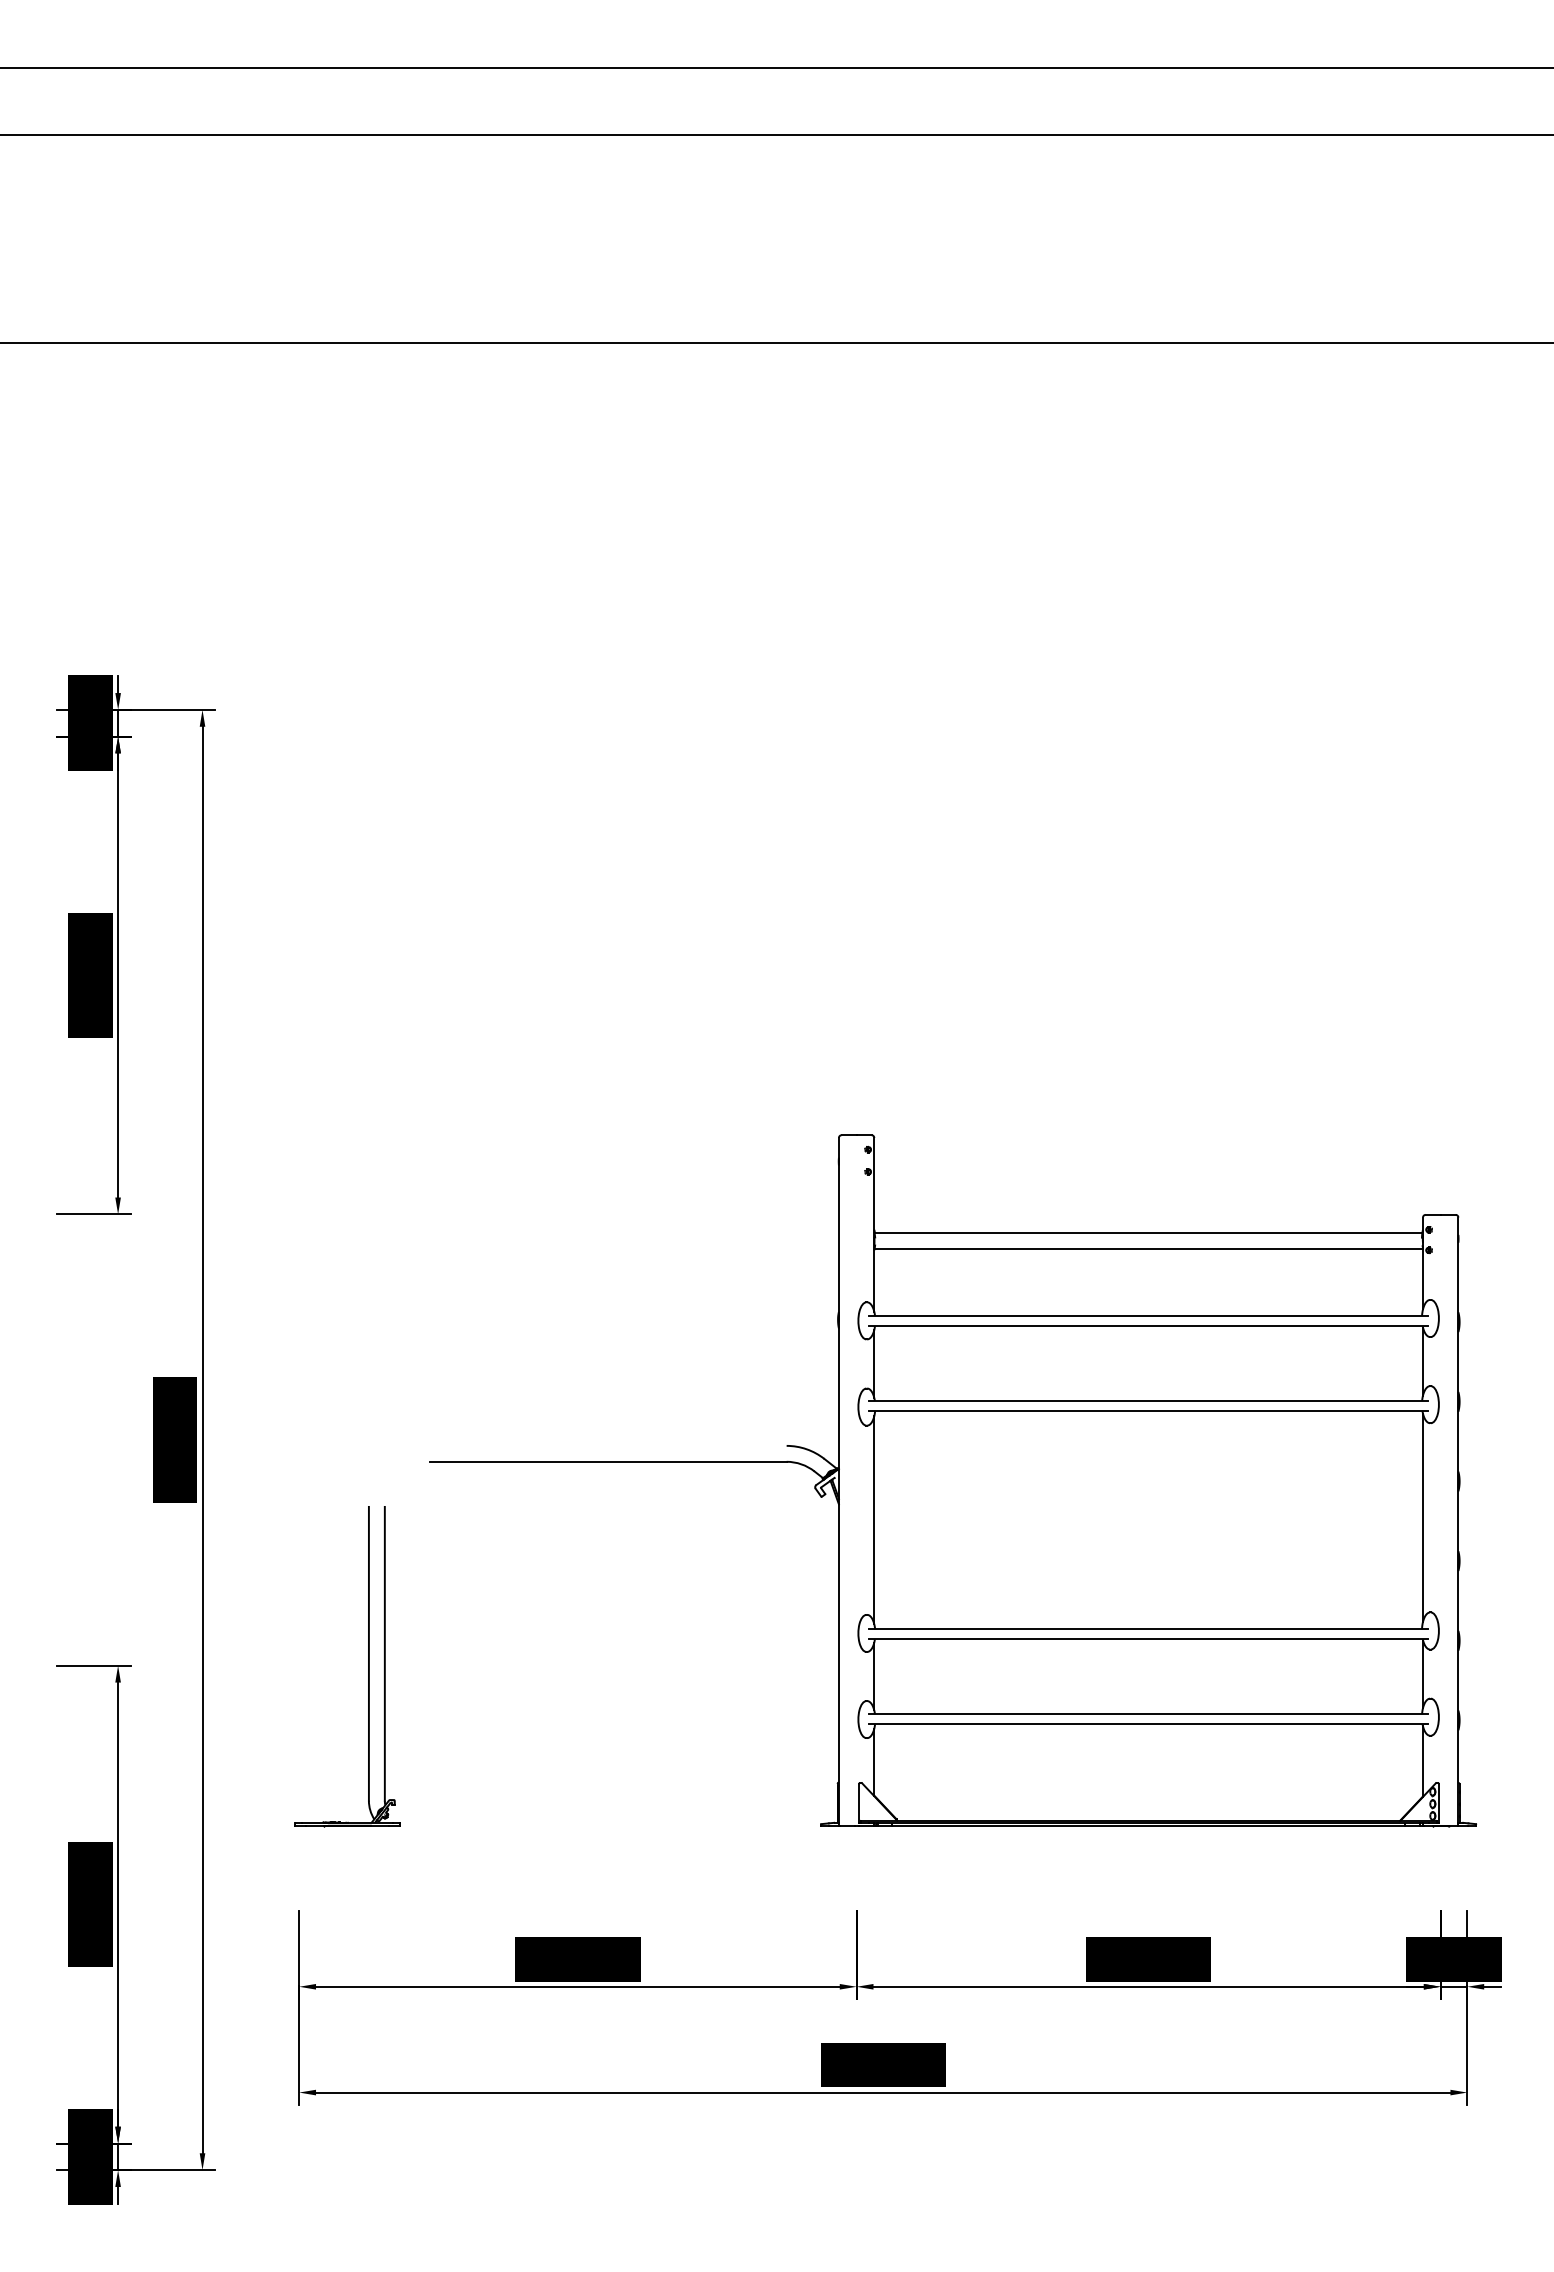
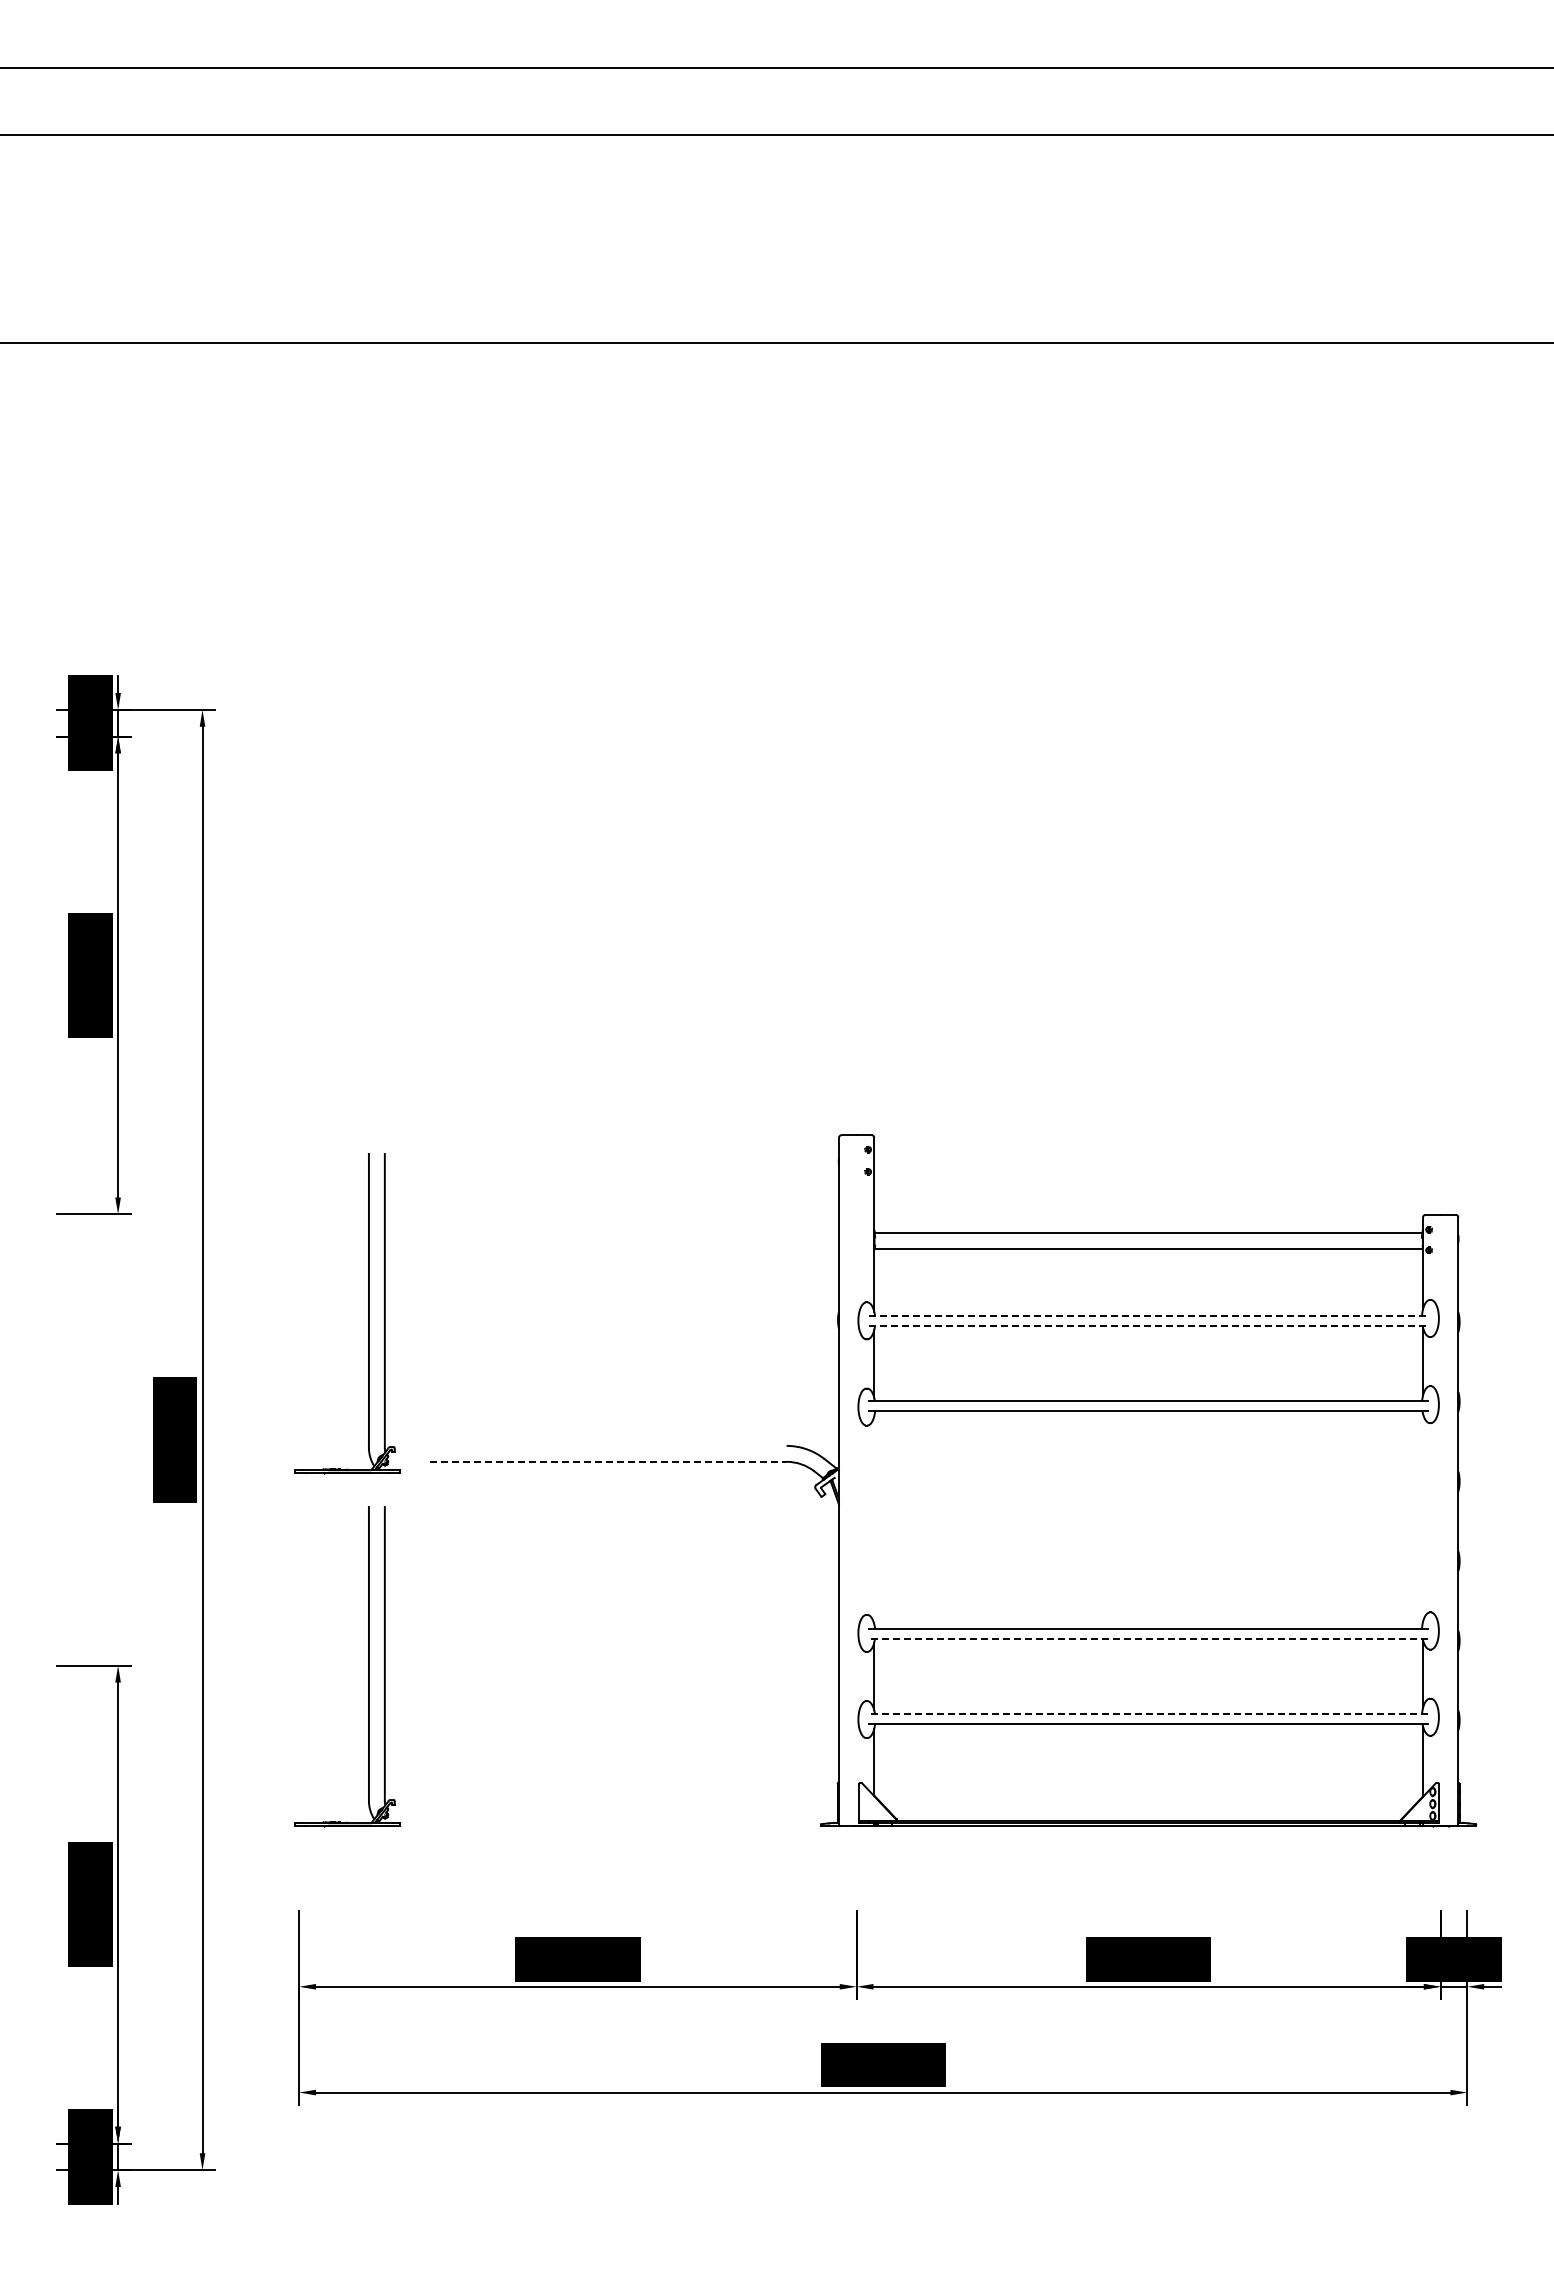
part at (368, 1313): none -> present
line at (1148, 1316): solid -> dashed
line at (1148, 1326): solid -> dashed
line at (608, 1461): solid -> dashed
line at (1423, 1517): present -> none
line at (874, 1520): present -> none
line at (1148, 1639): solid -> dashed
line at (1148, 1714): solid -> dashed
